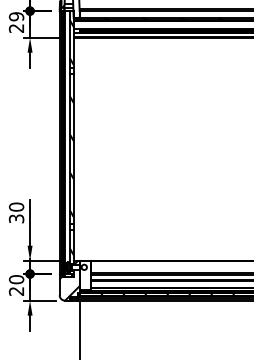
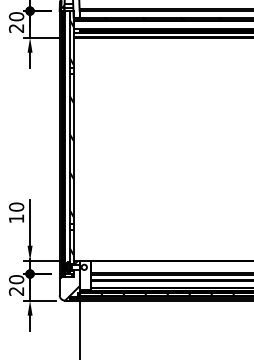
text at (16, 16): 29 -> 20
text at (16, 218): 30 -> 10
